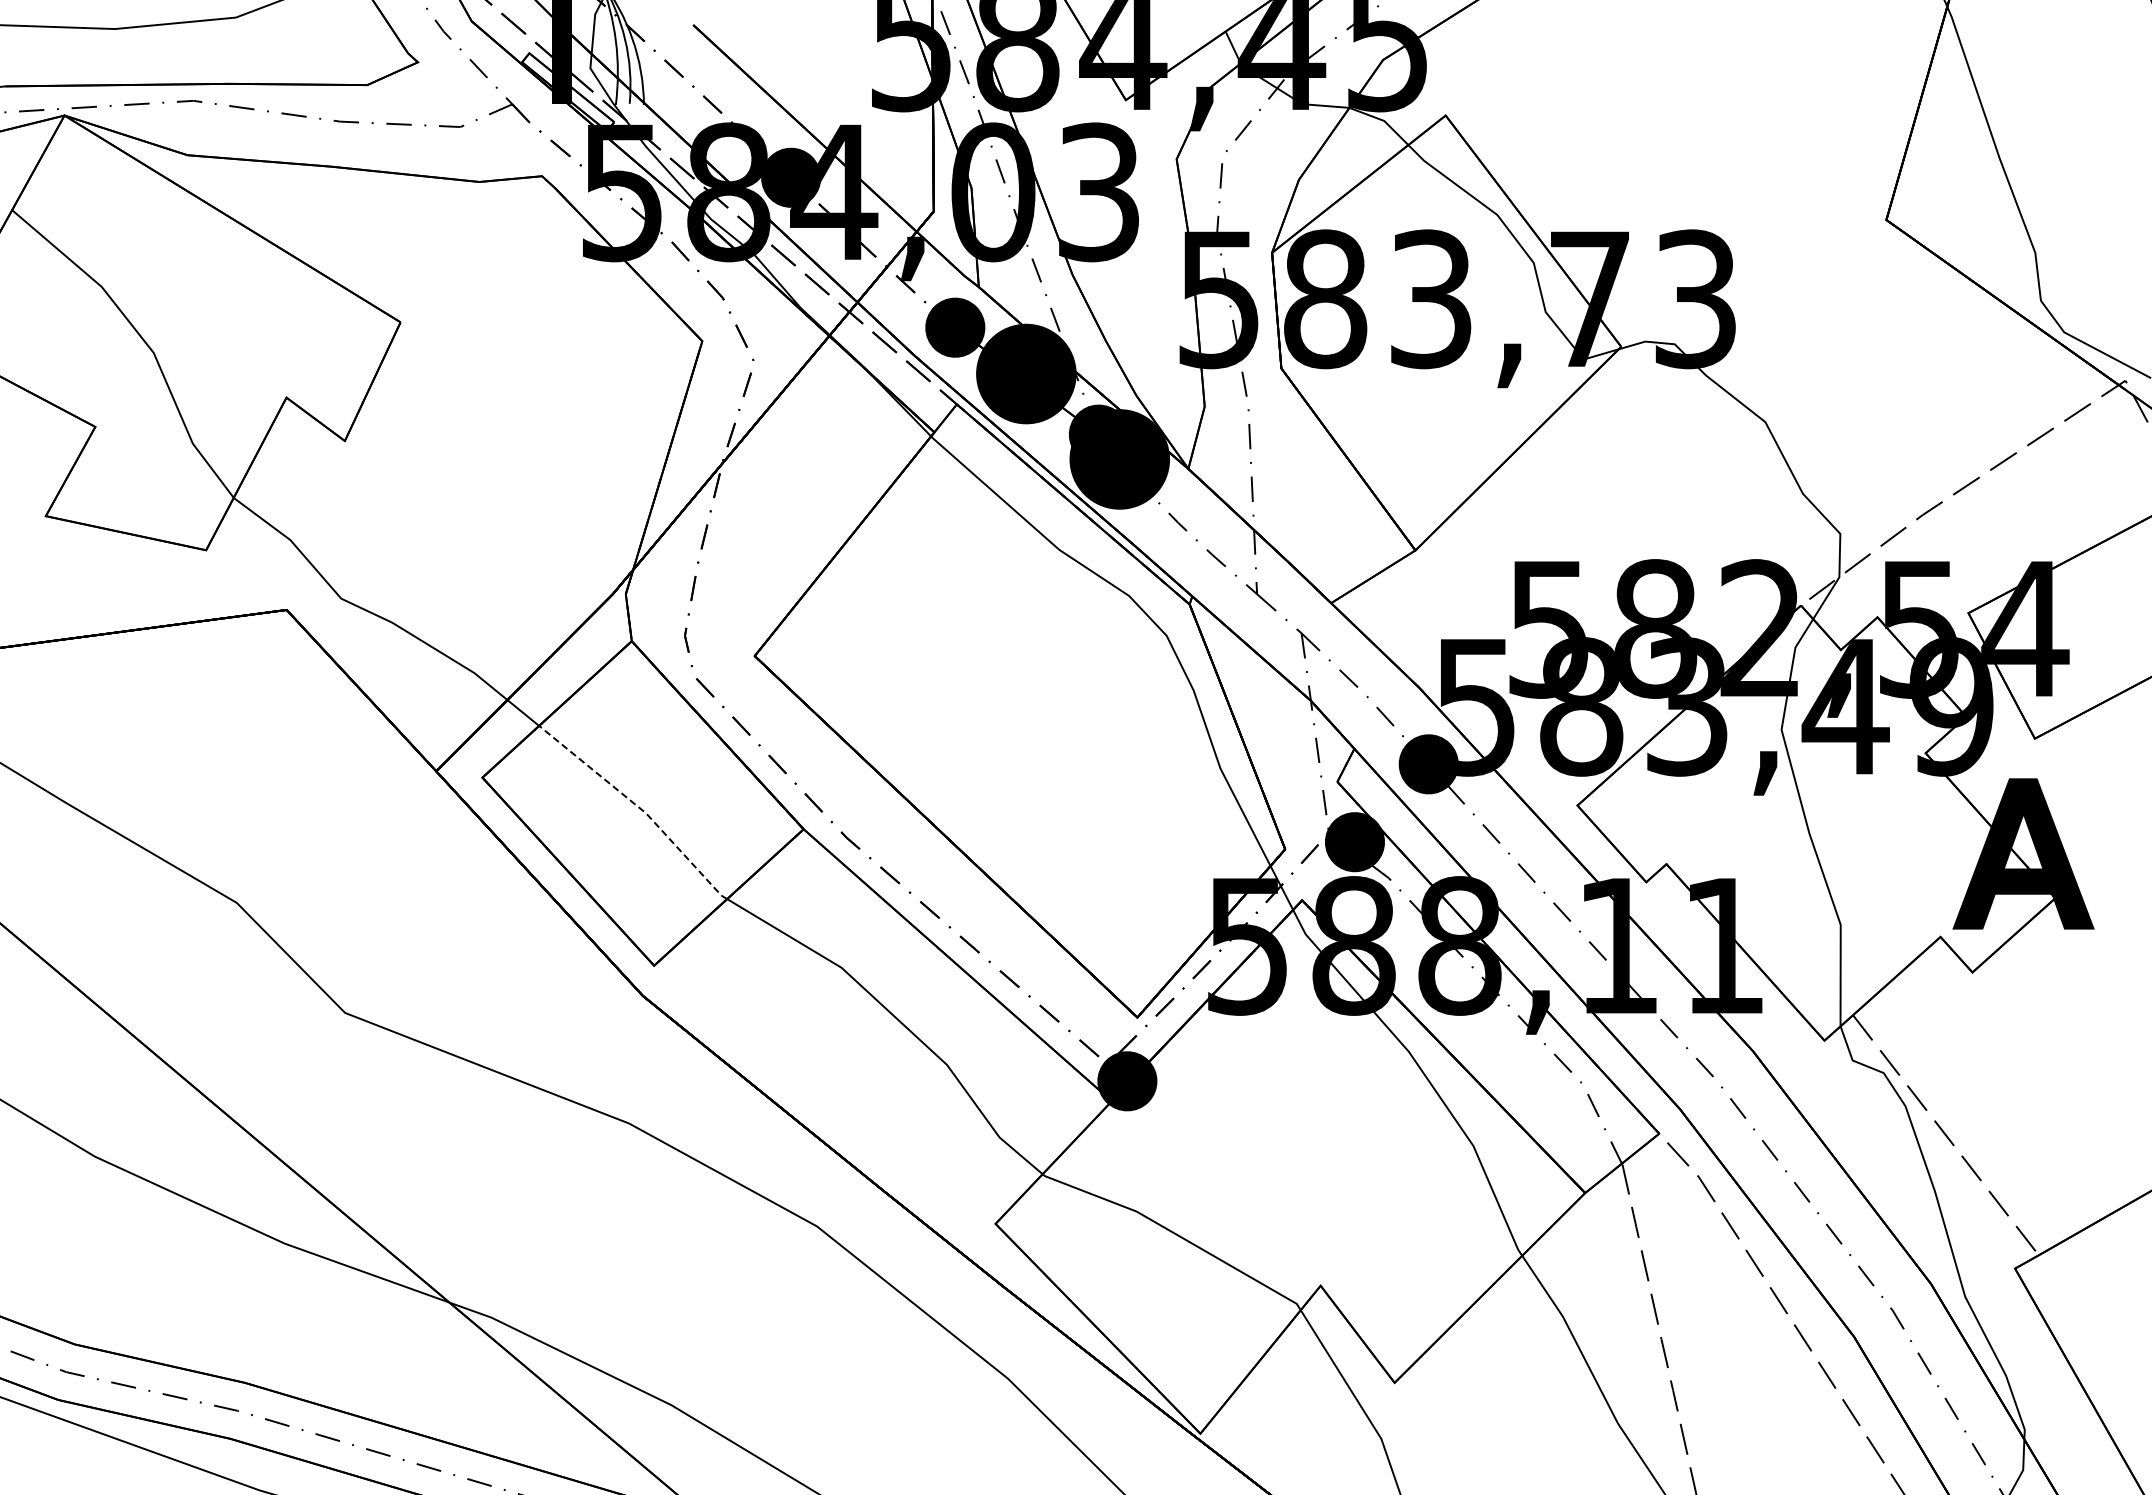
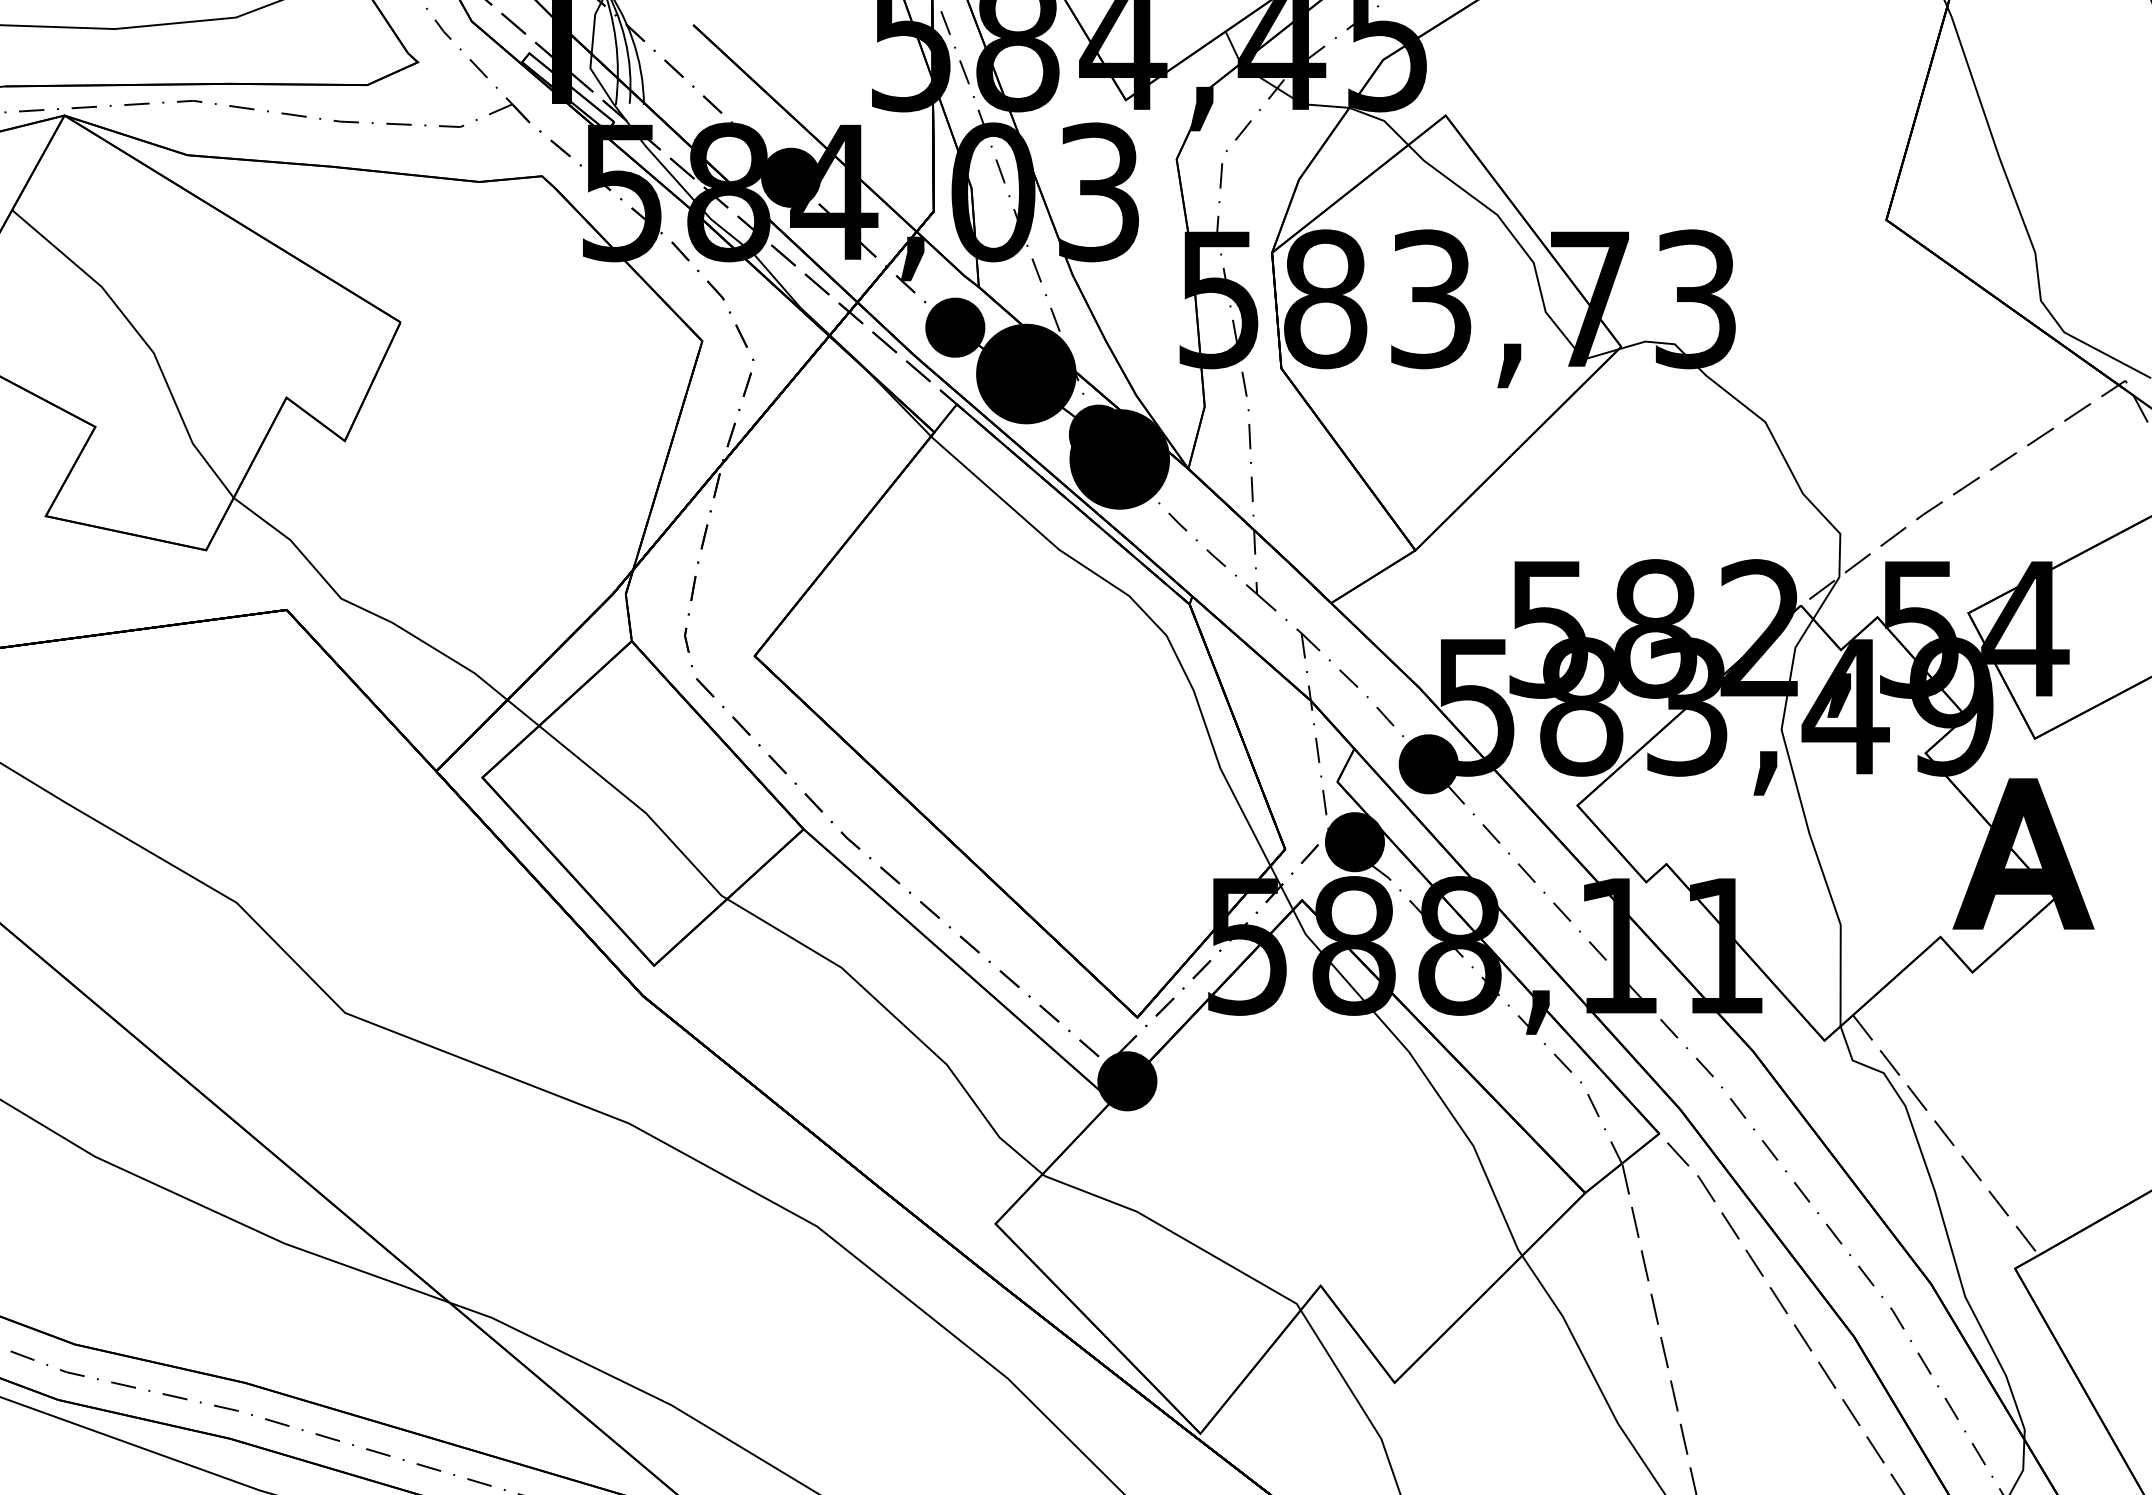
line at (639, 807): dashed -> solid
